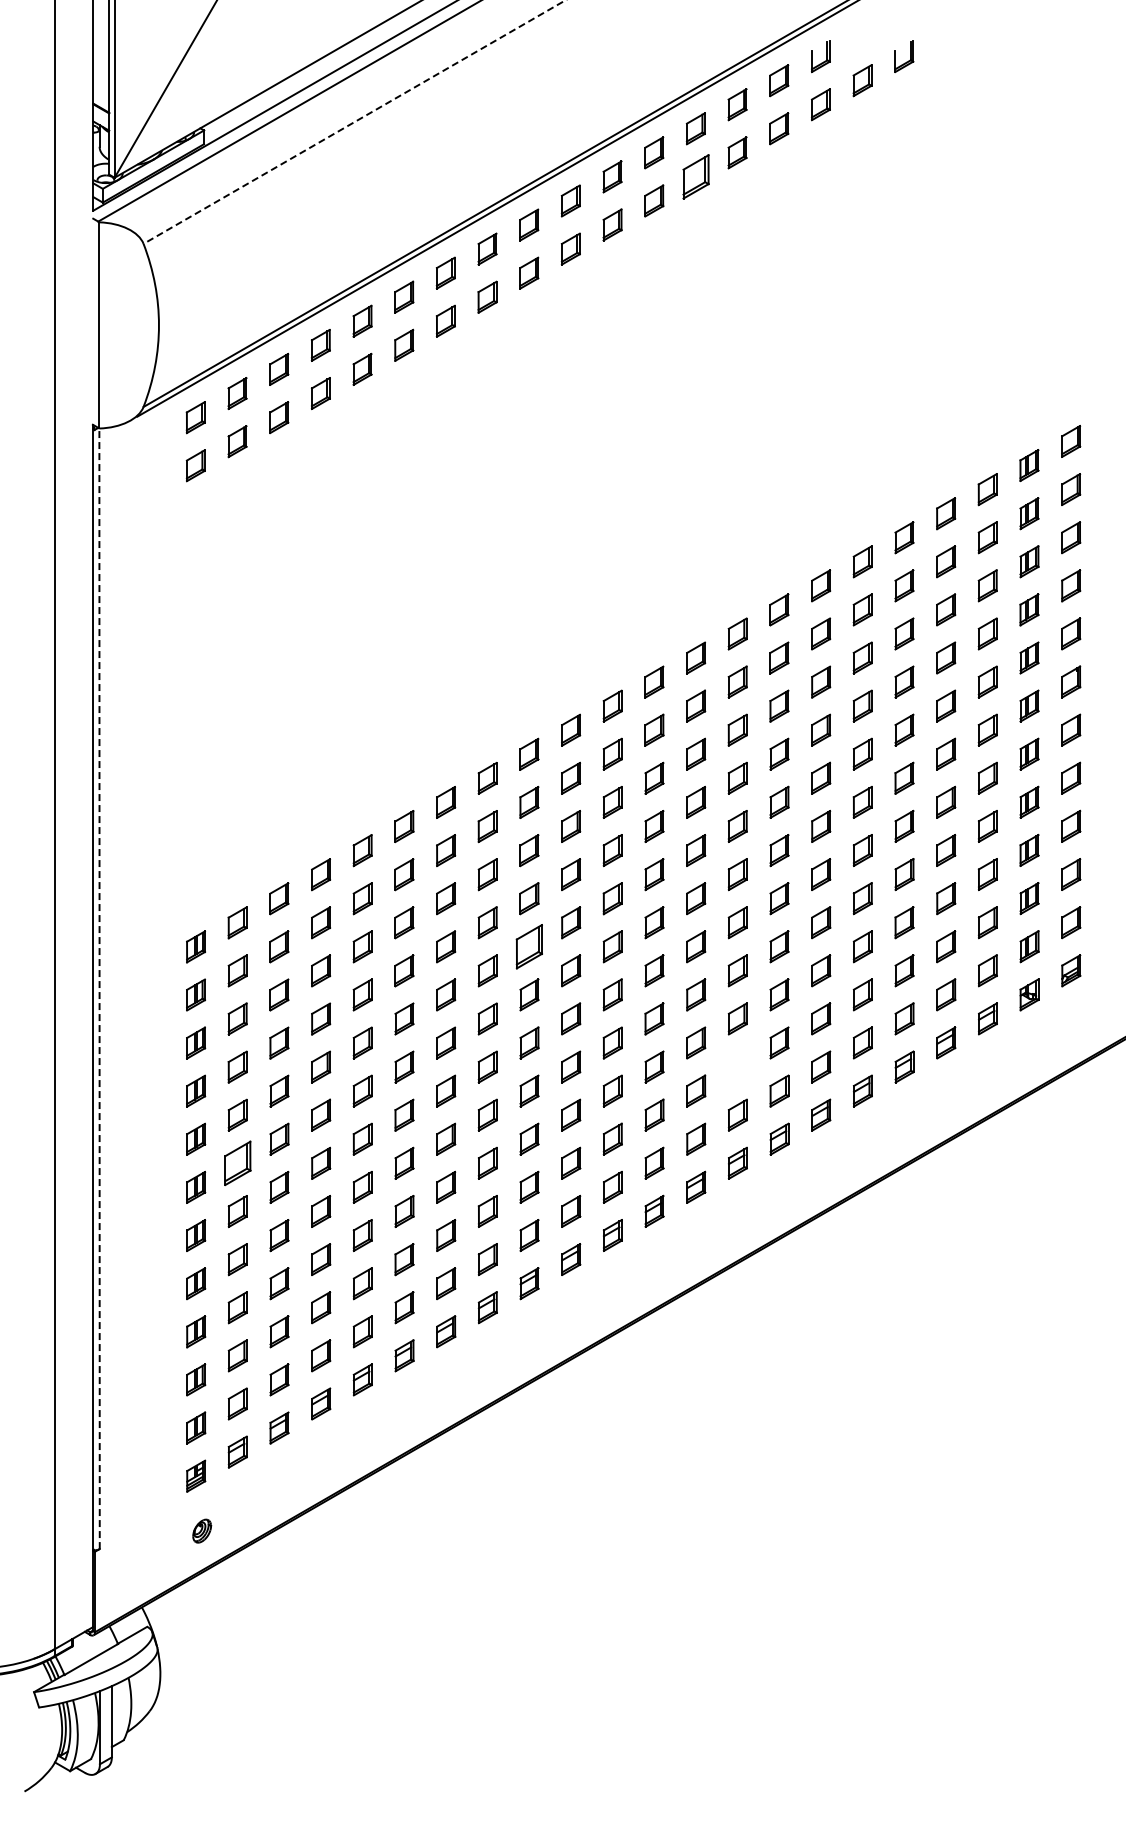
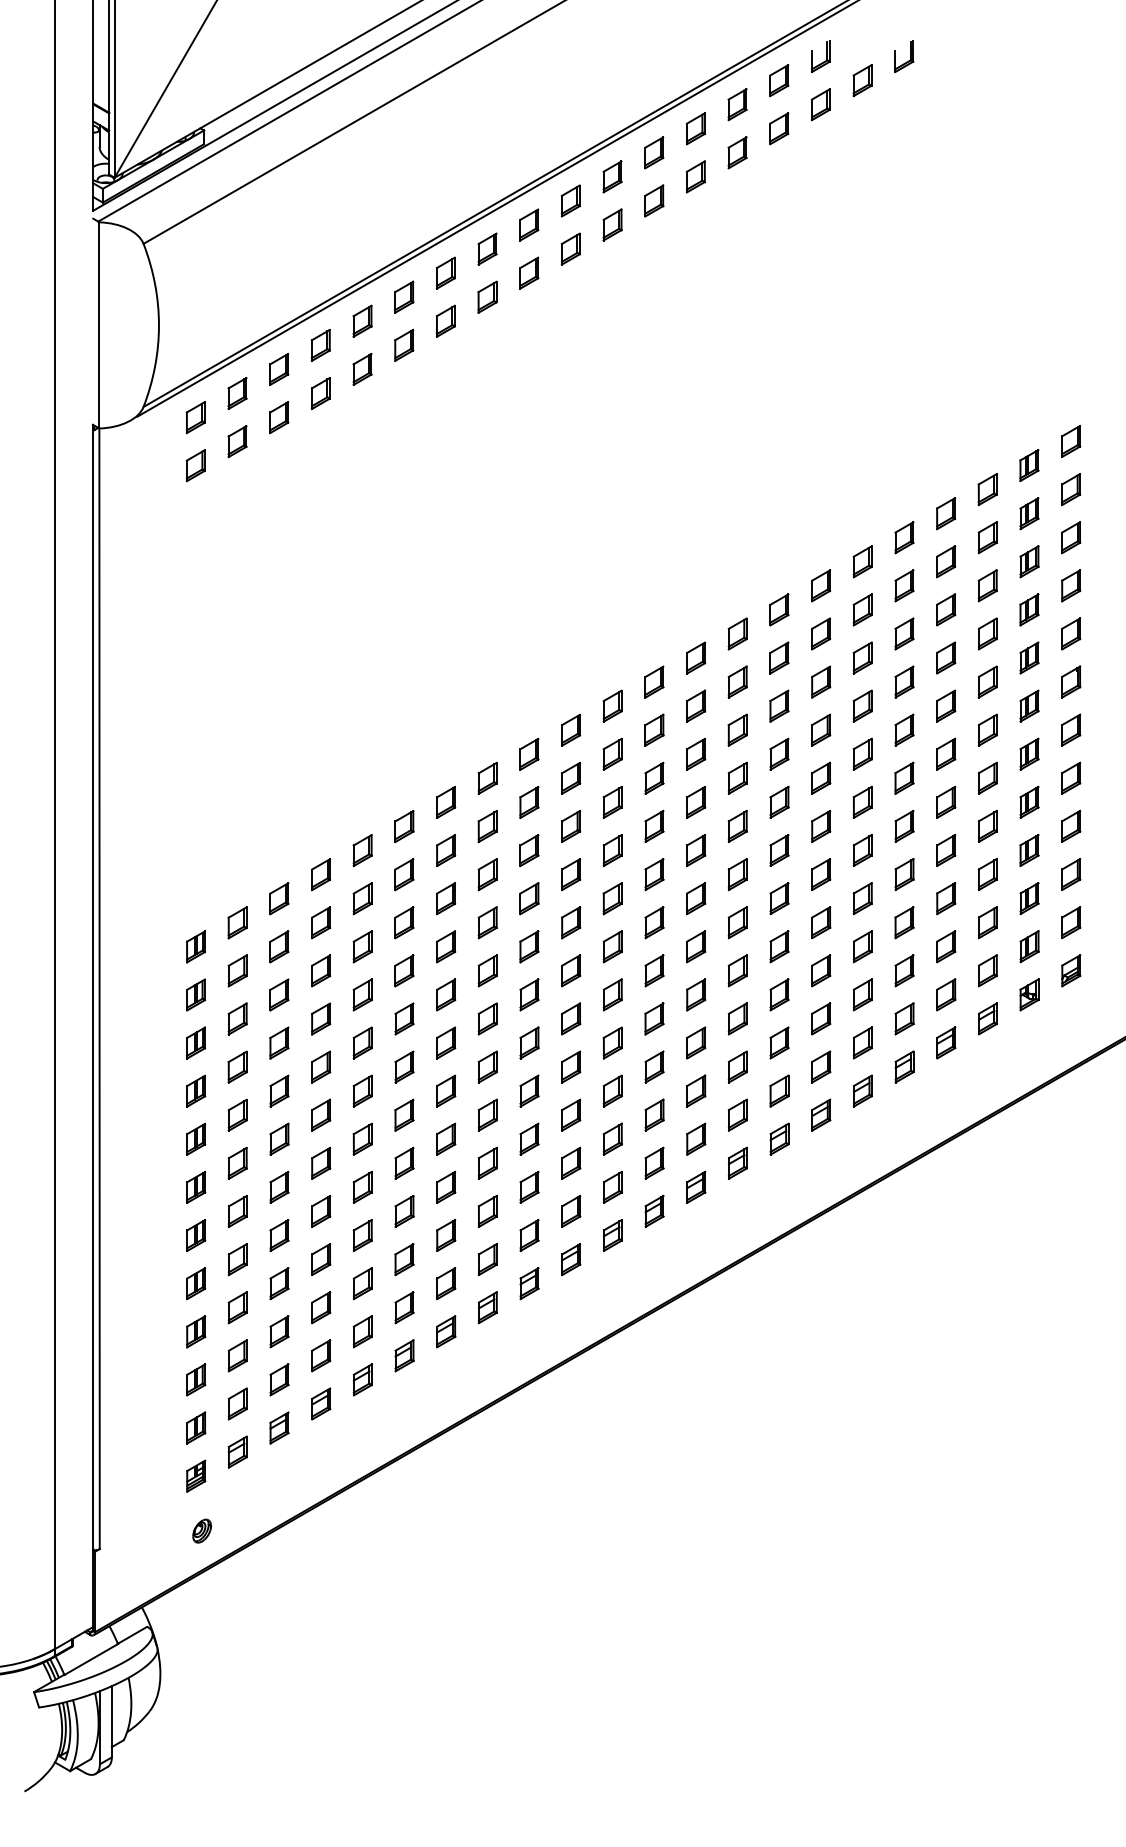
line at (354, 122): dashed -> solid
part at (695, 176) size: 28x46 px -> 21x34 px
part at (528, 946) size: 28x46 px -> 21x34 px
line at (99, 988): dashed -> solid
part at (737, 1066): none -> present
part at (237, 1162) size: 28x46 px -> 21x33 px
